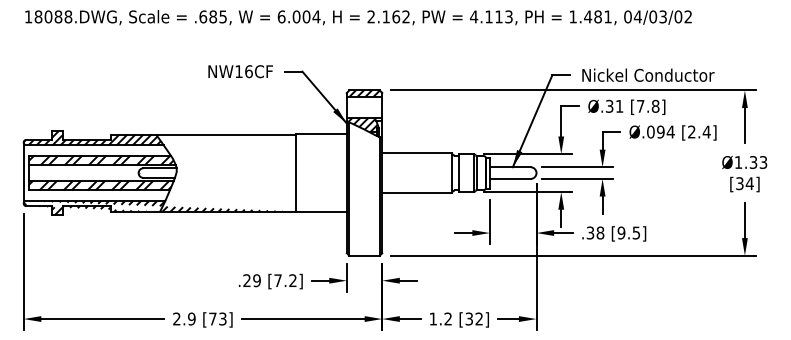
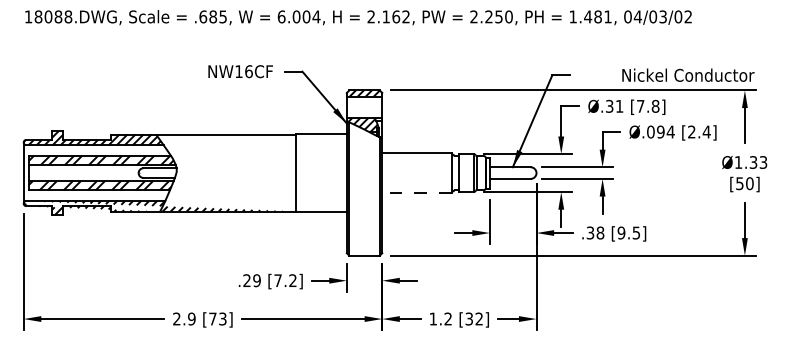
text at (491, 16): 4.113, -> 2.250,
text at (648, 74) position: (648, 74) -> (688, 74)
text at (744, 183): [34] -> [50]
line at (416, 192): solid -> dashed
